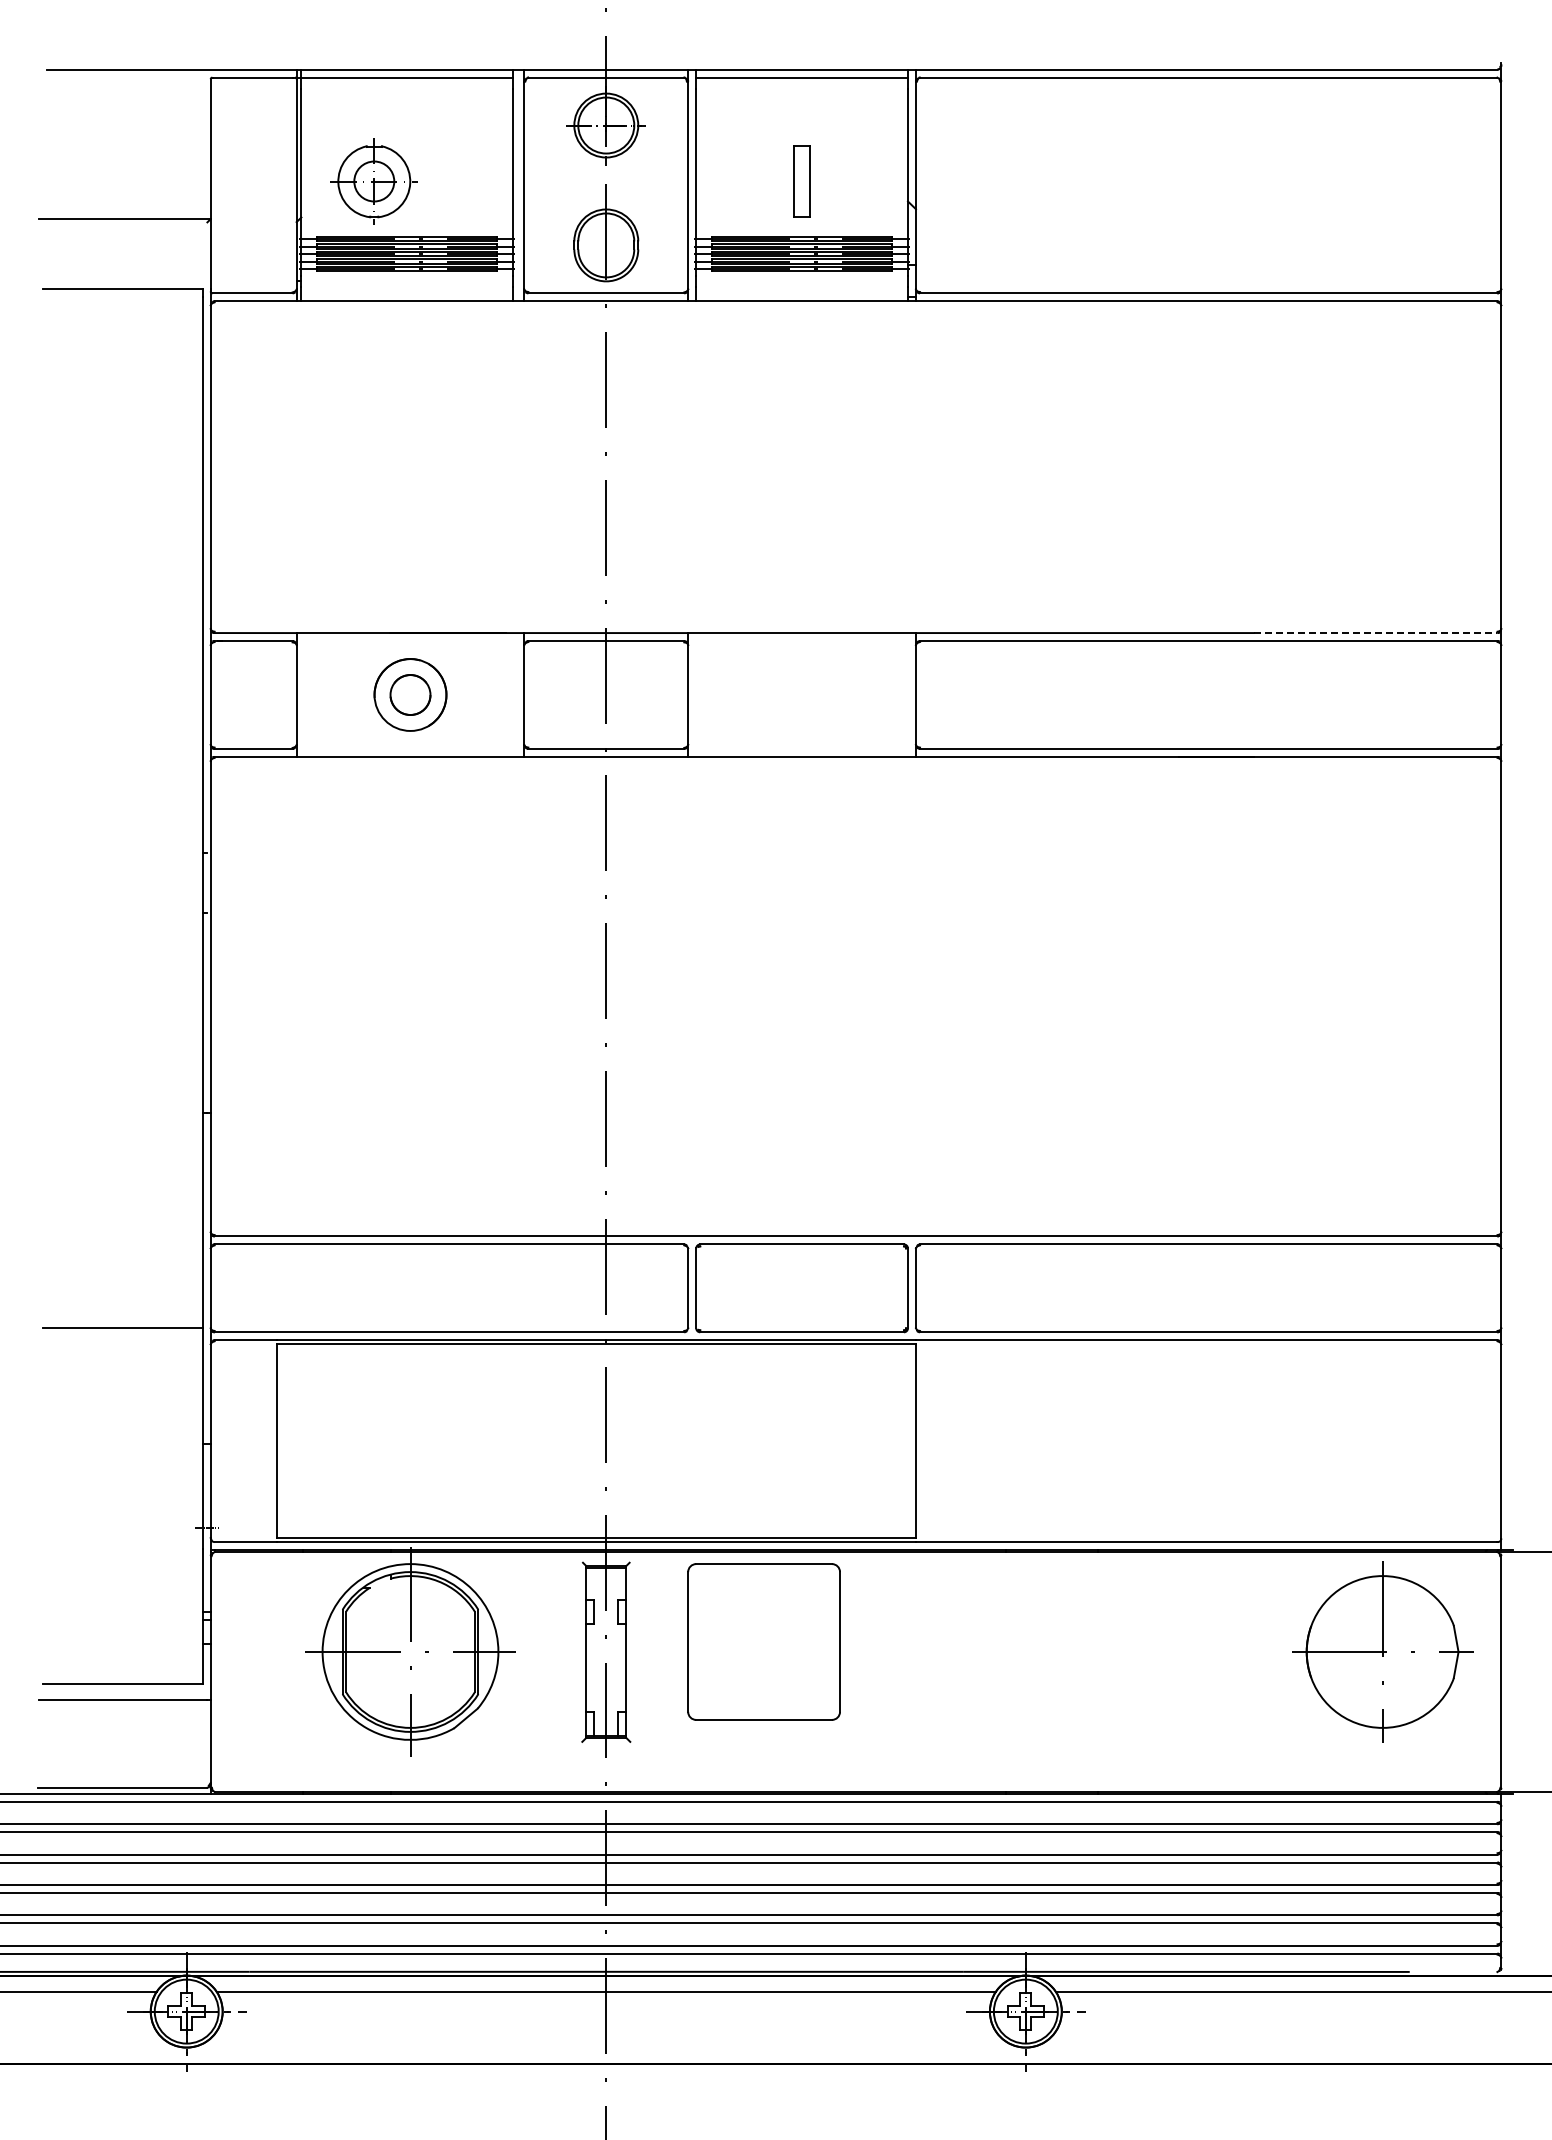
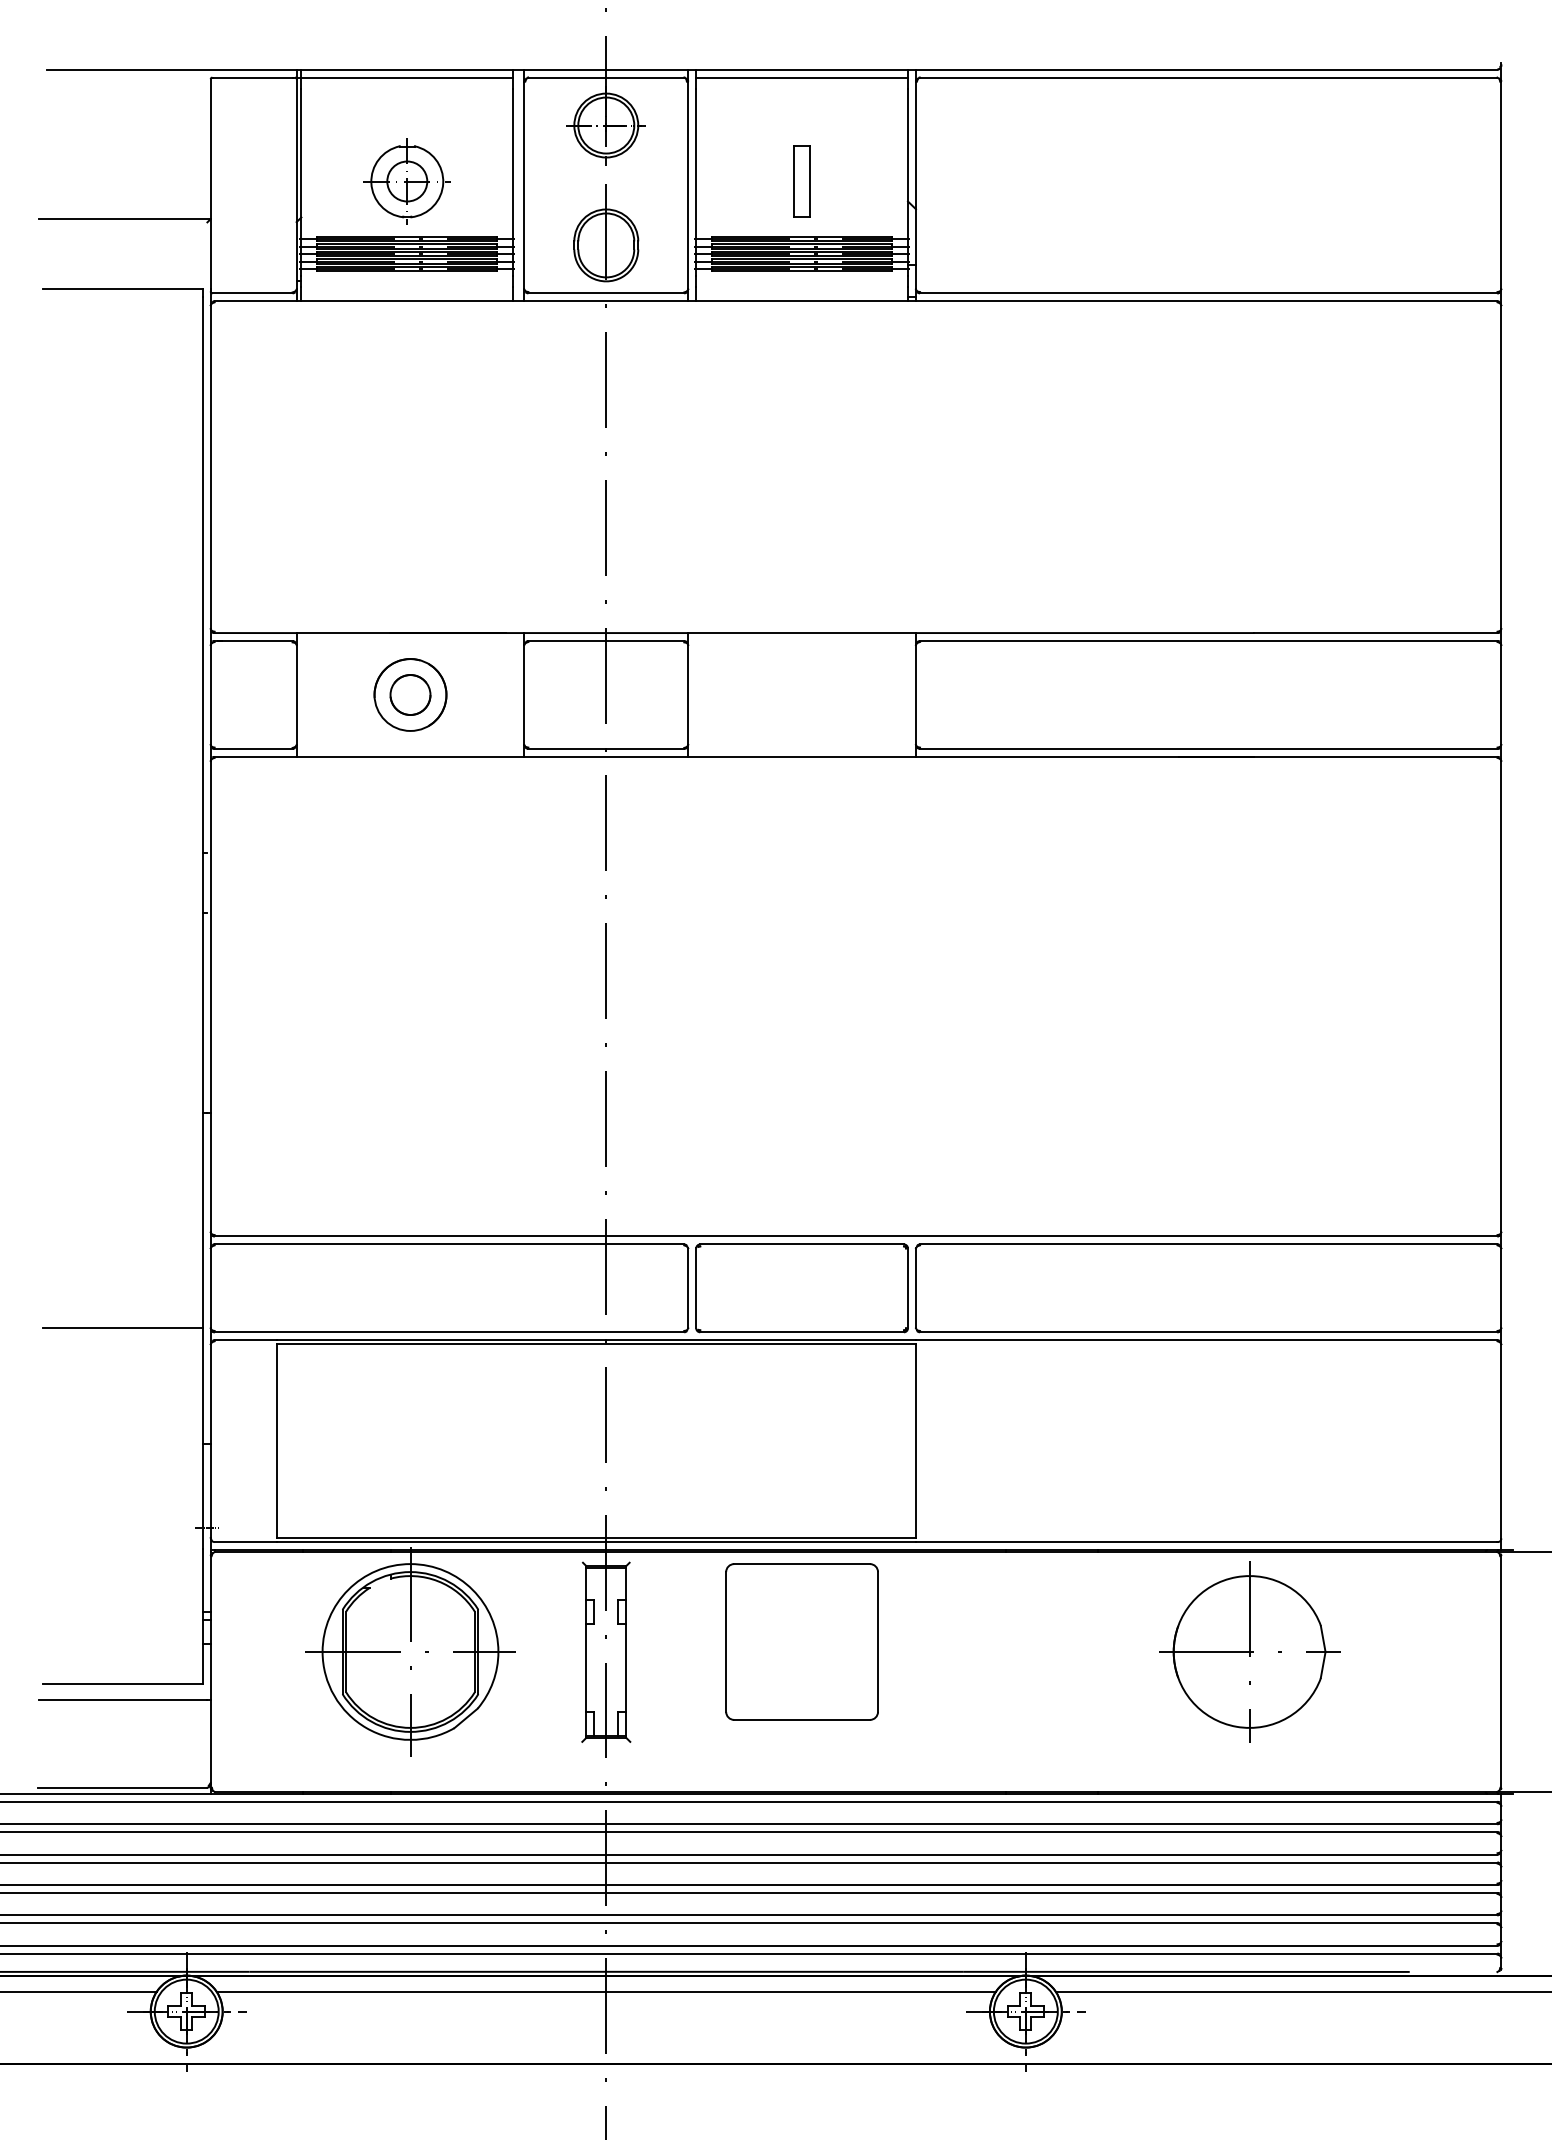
part at (373, 181) position: (373, 181) -> (406, 181)
line at (1375, 633): dashed -> solid
part at (763, 1641) position: (763, 1641) -> (801, 1641)
part at (1382, 1651) position: (1382, 1651) -> (1249, 1651)
